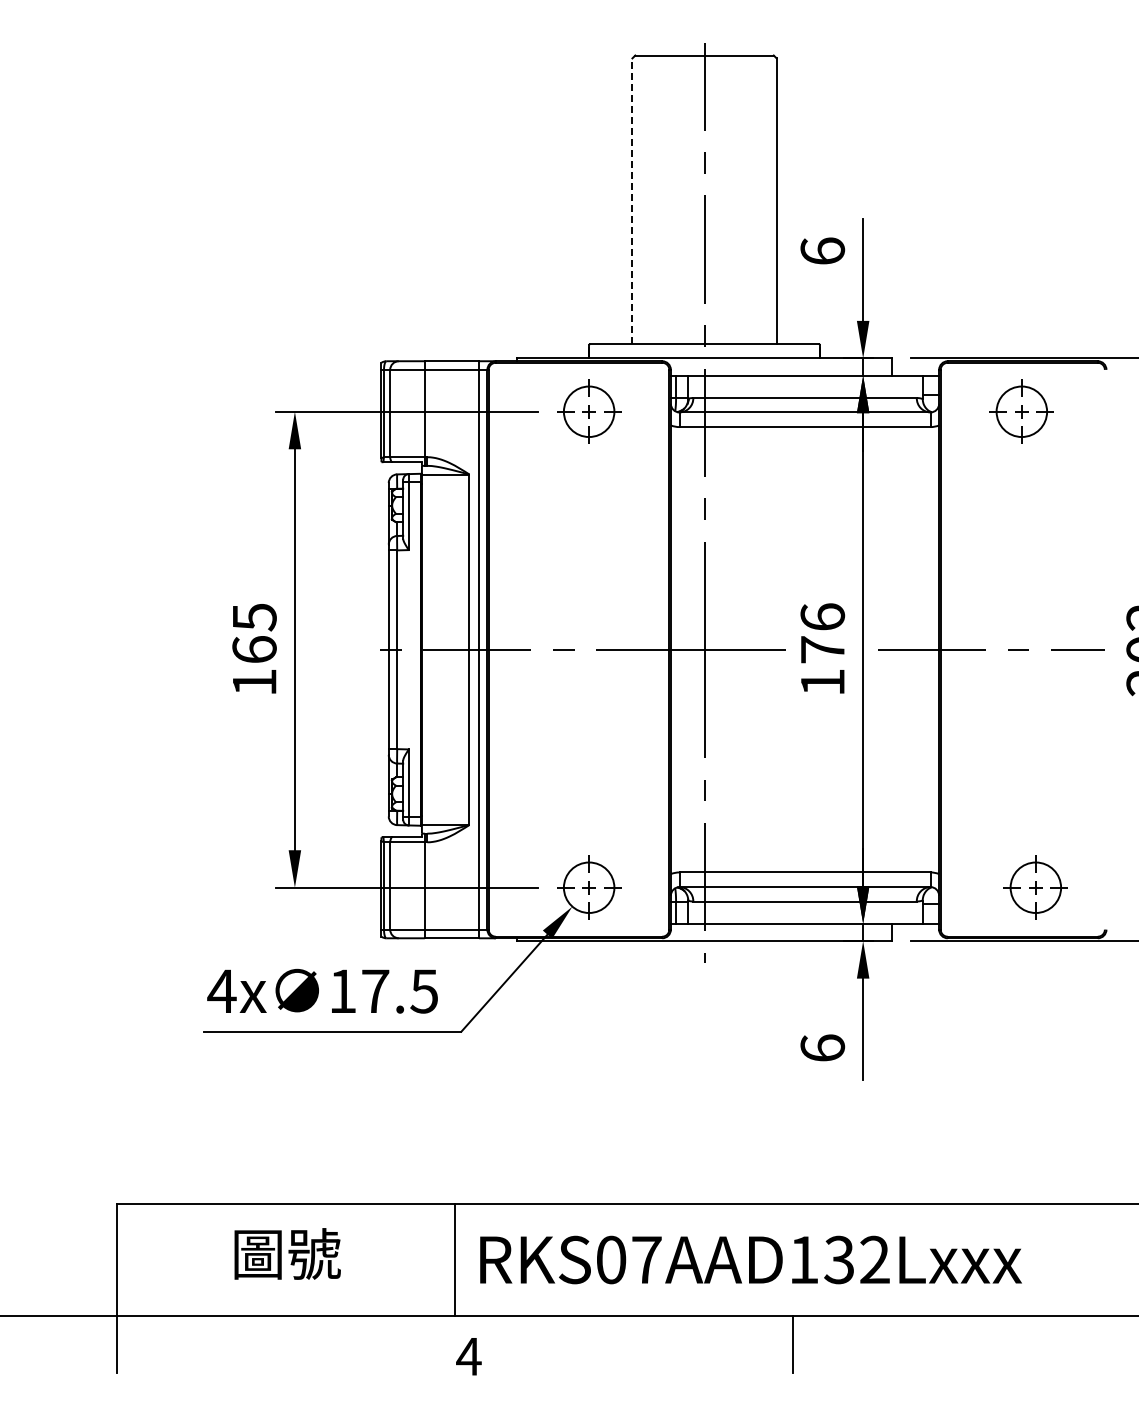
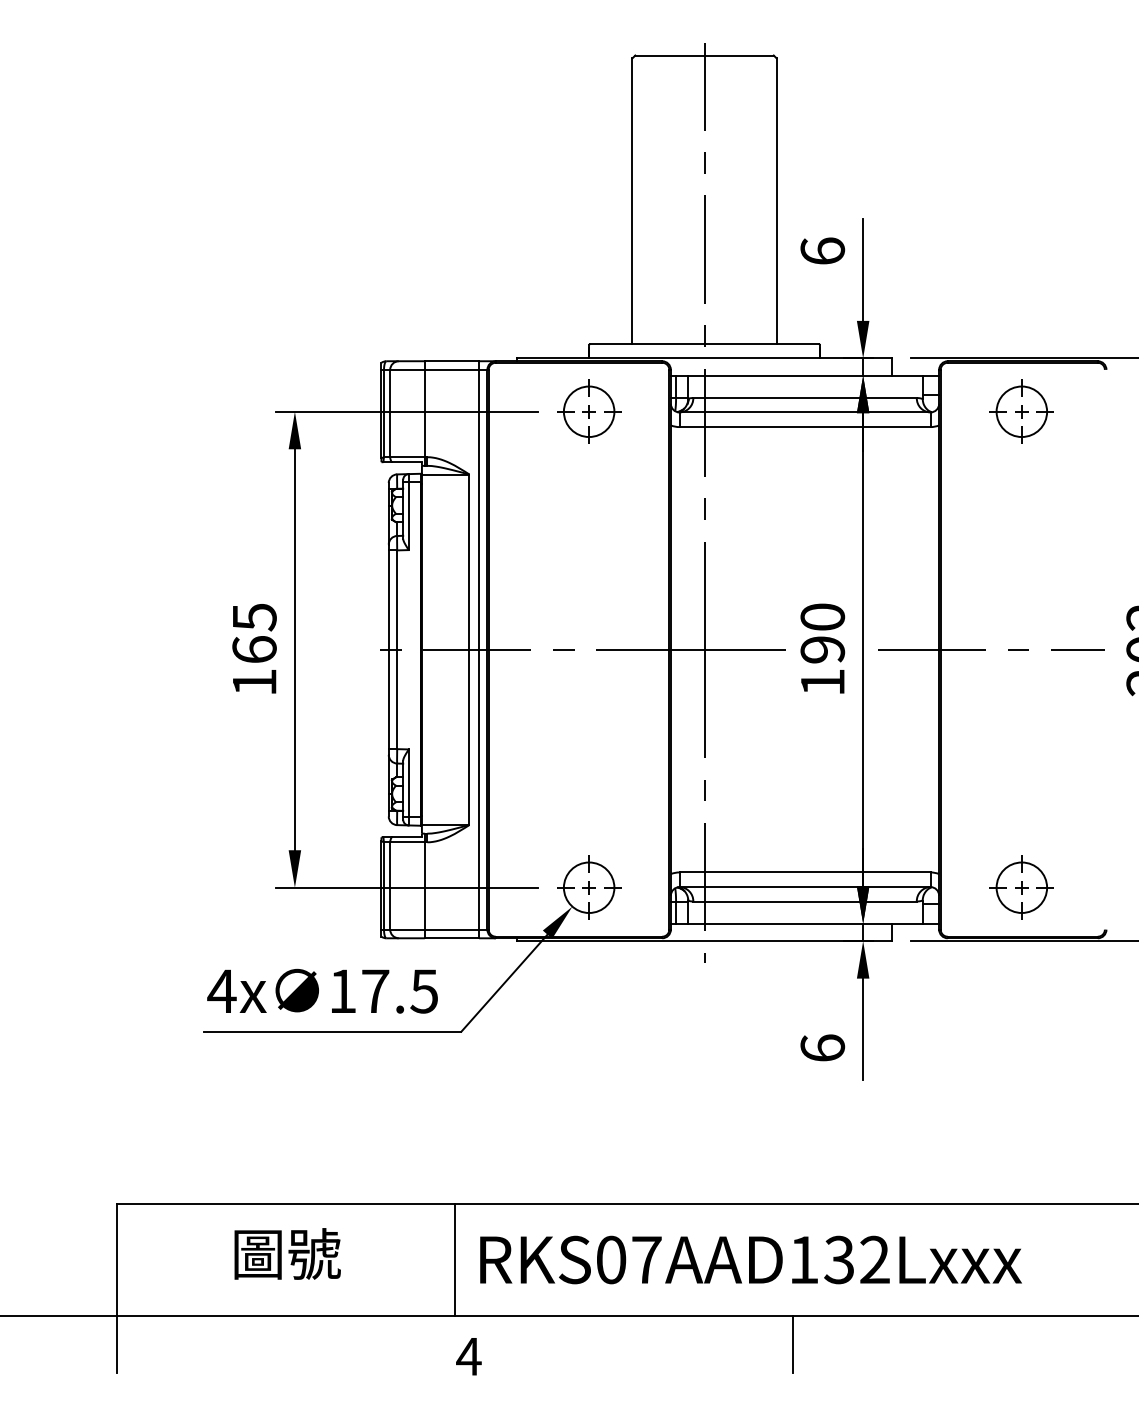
line at (632, 201): dashed -> solid
text at (822, 633): 176 -> 190
part at (1035, 887) position: (1035, 887) -> (1021, 887)
